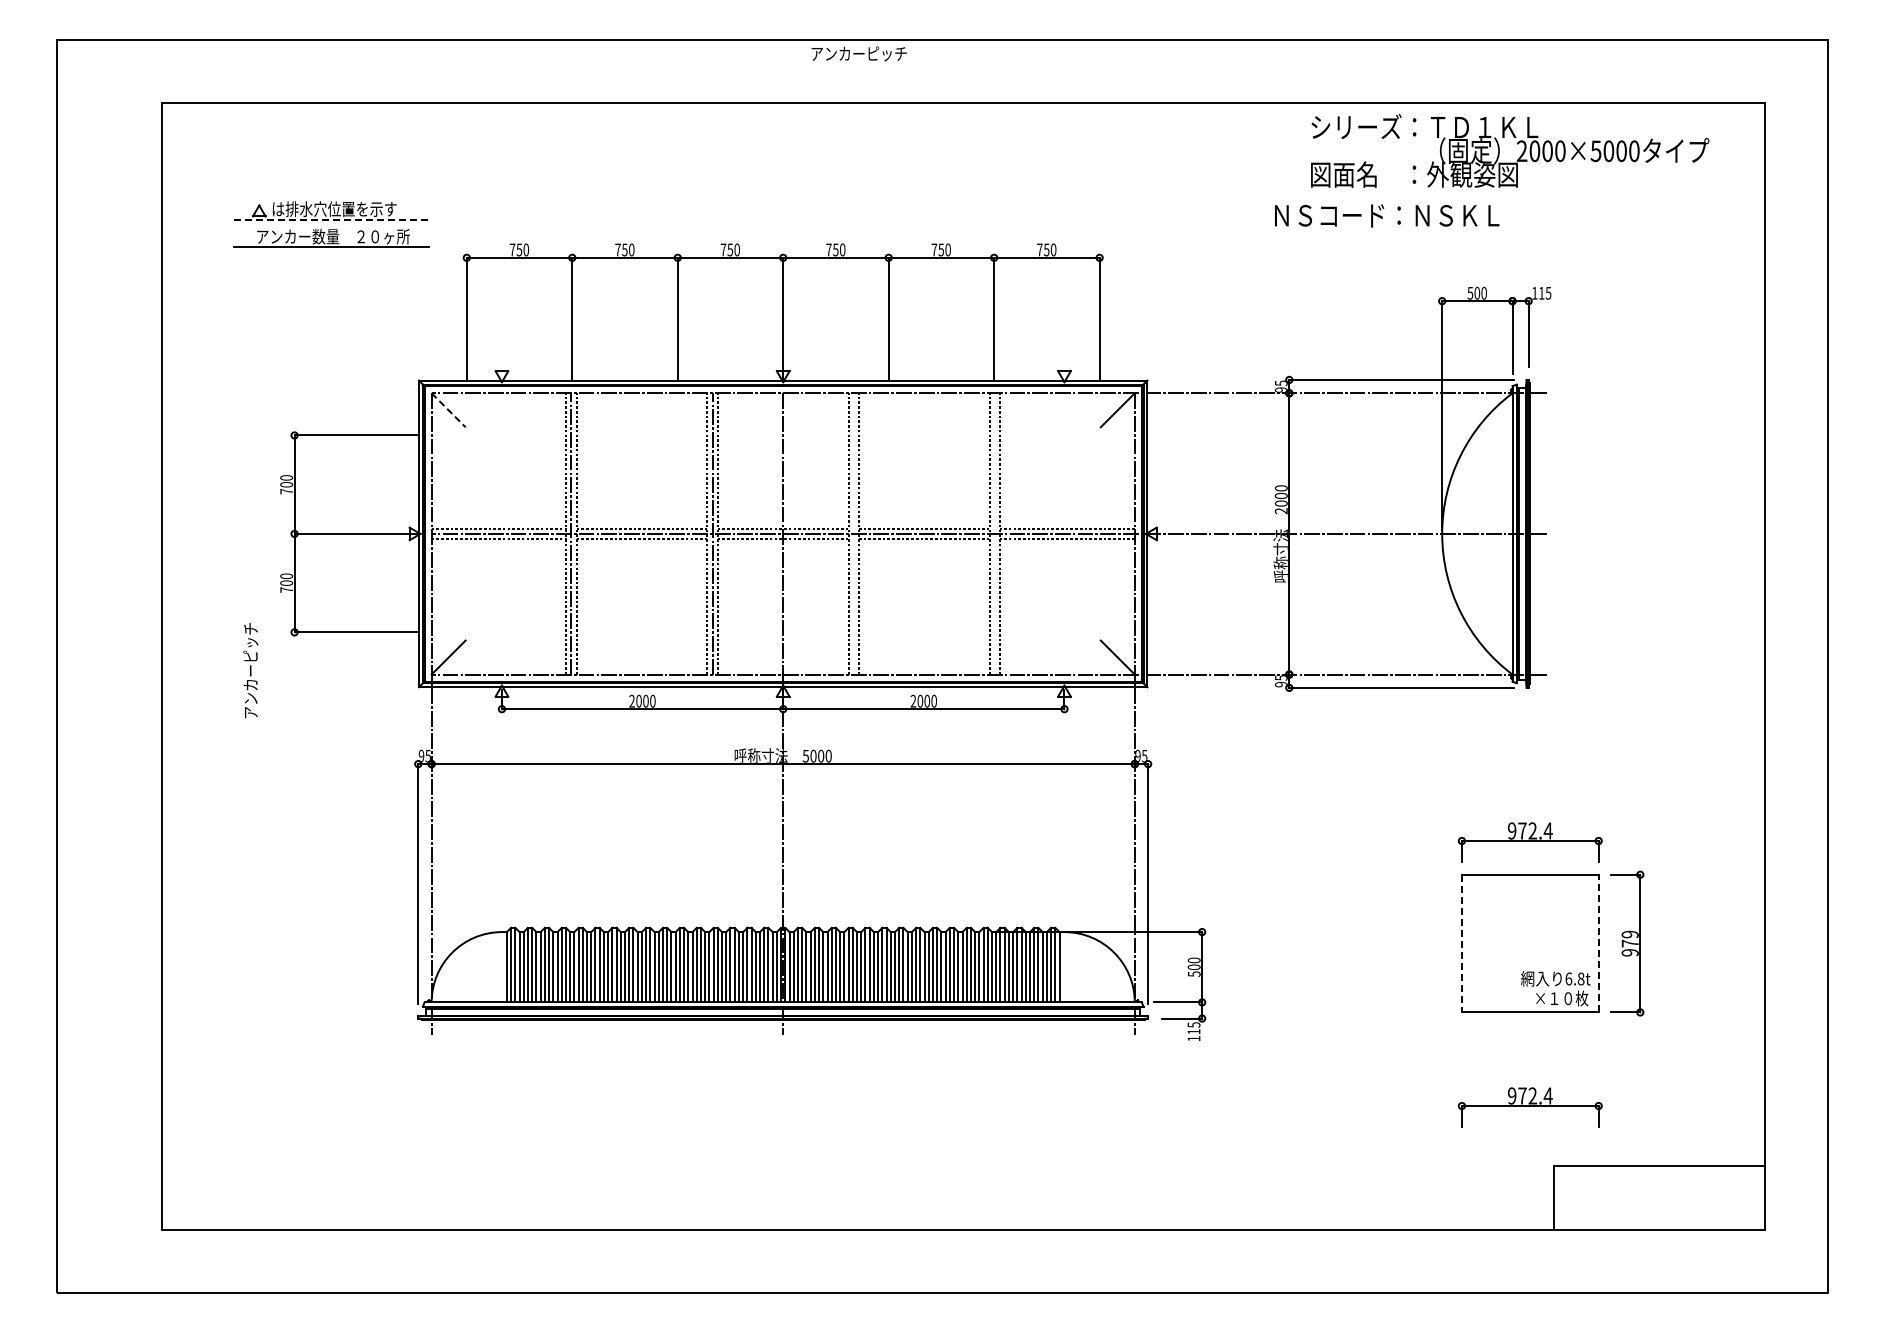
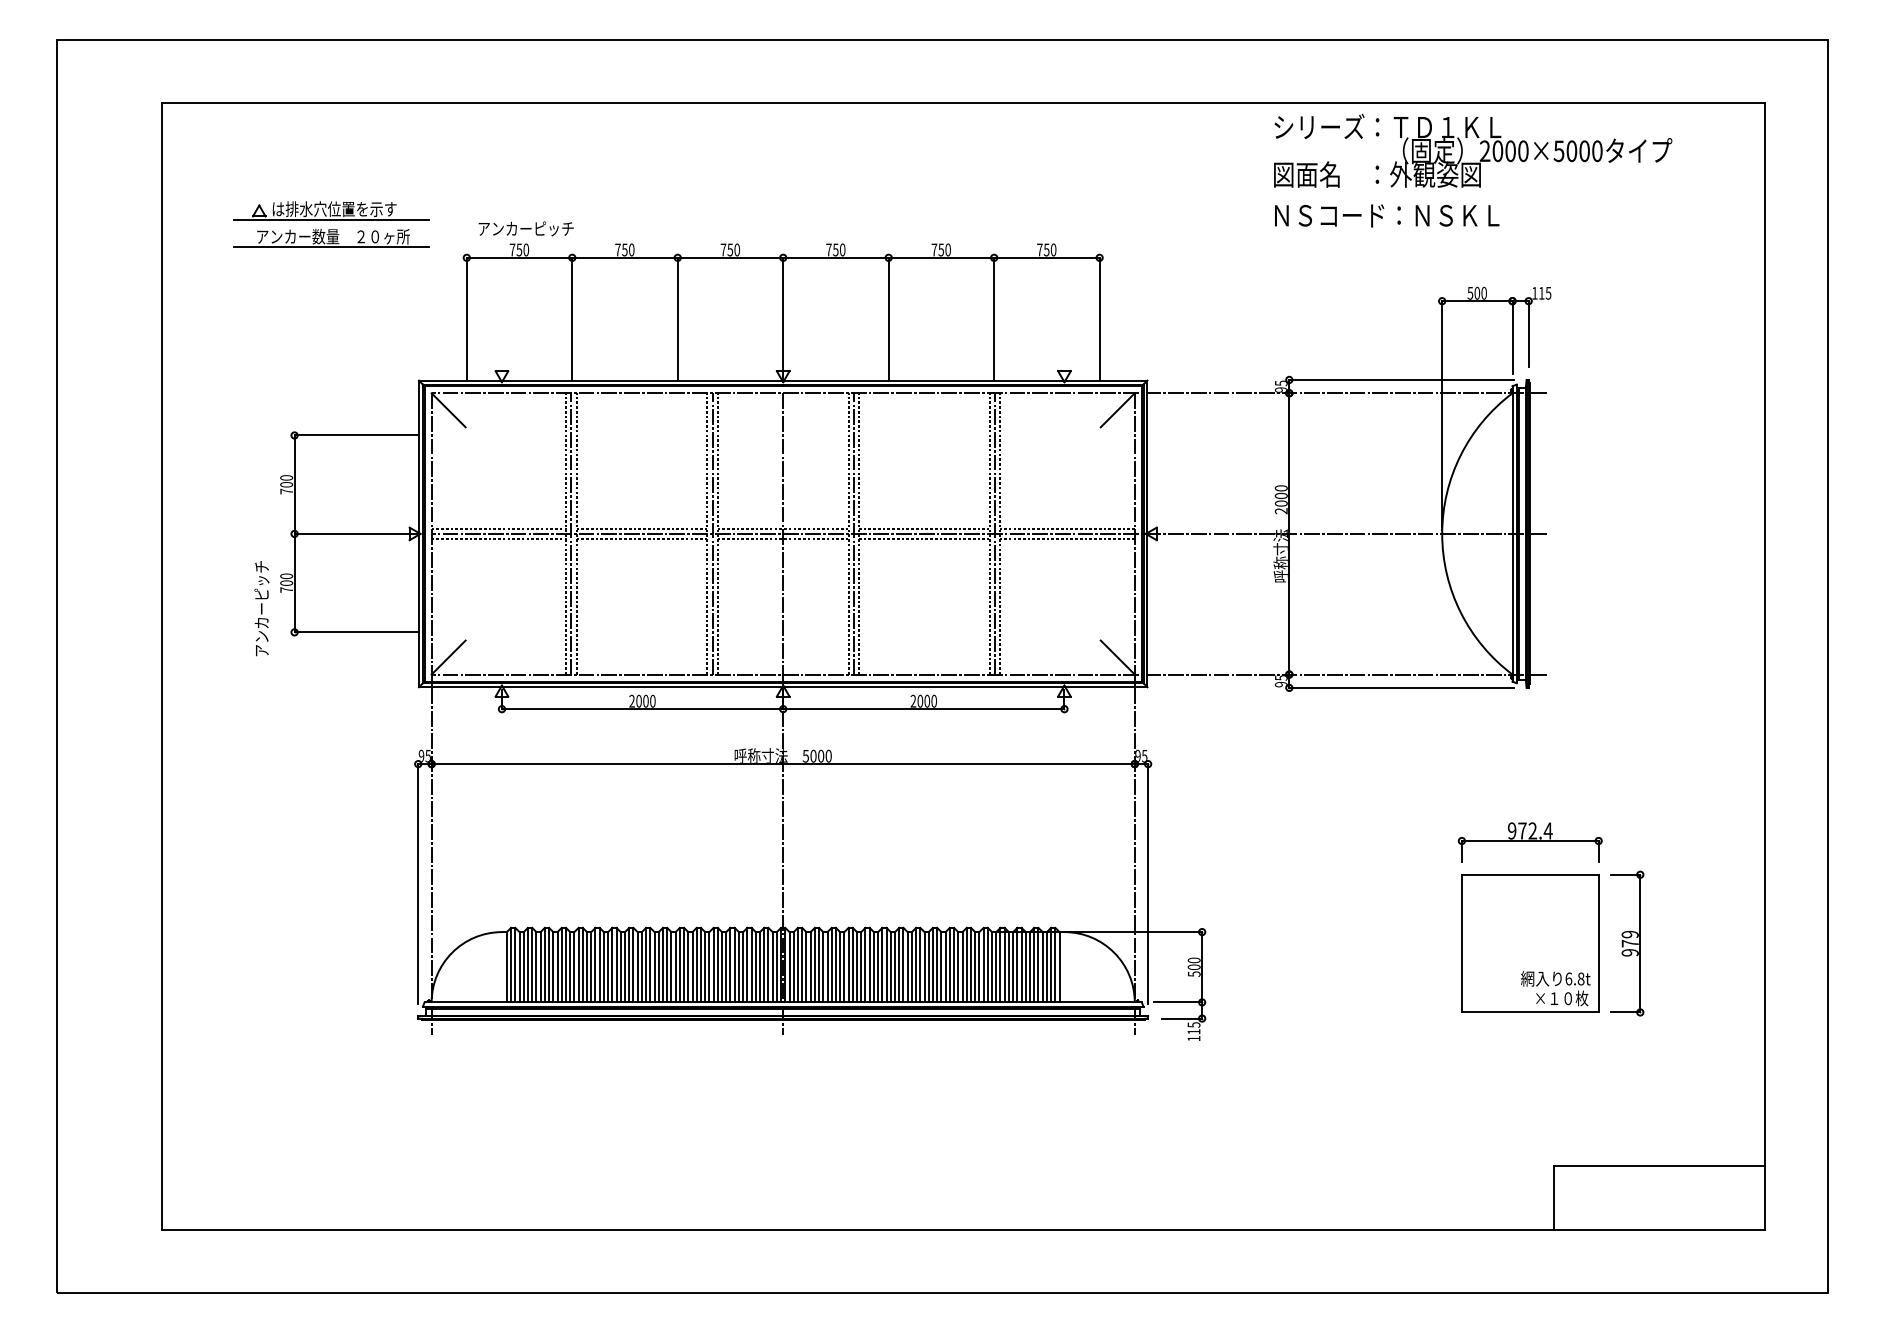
text at (858, 53) position: (858, 53) -> (525, 228)
text at (1510, 150) position: (1510, 150) -> (1473, 150)
line at (331, 220): dashed -> solid
line at (449, 410): dashed -> solid
line at (853, 533): none -> present
line at (995, 533): none -> present
text at (250, 670) position: (250, 670) -> (261, 608)
line at (1461, 943): dashed -> solid
line at (1598, 943): dashed -> solid
part at (1529, 1107): present -> none
